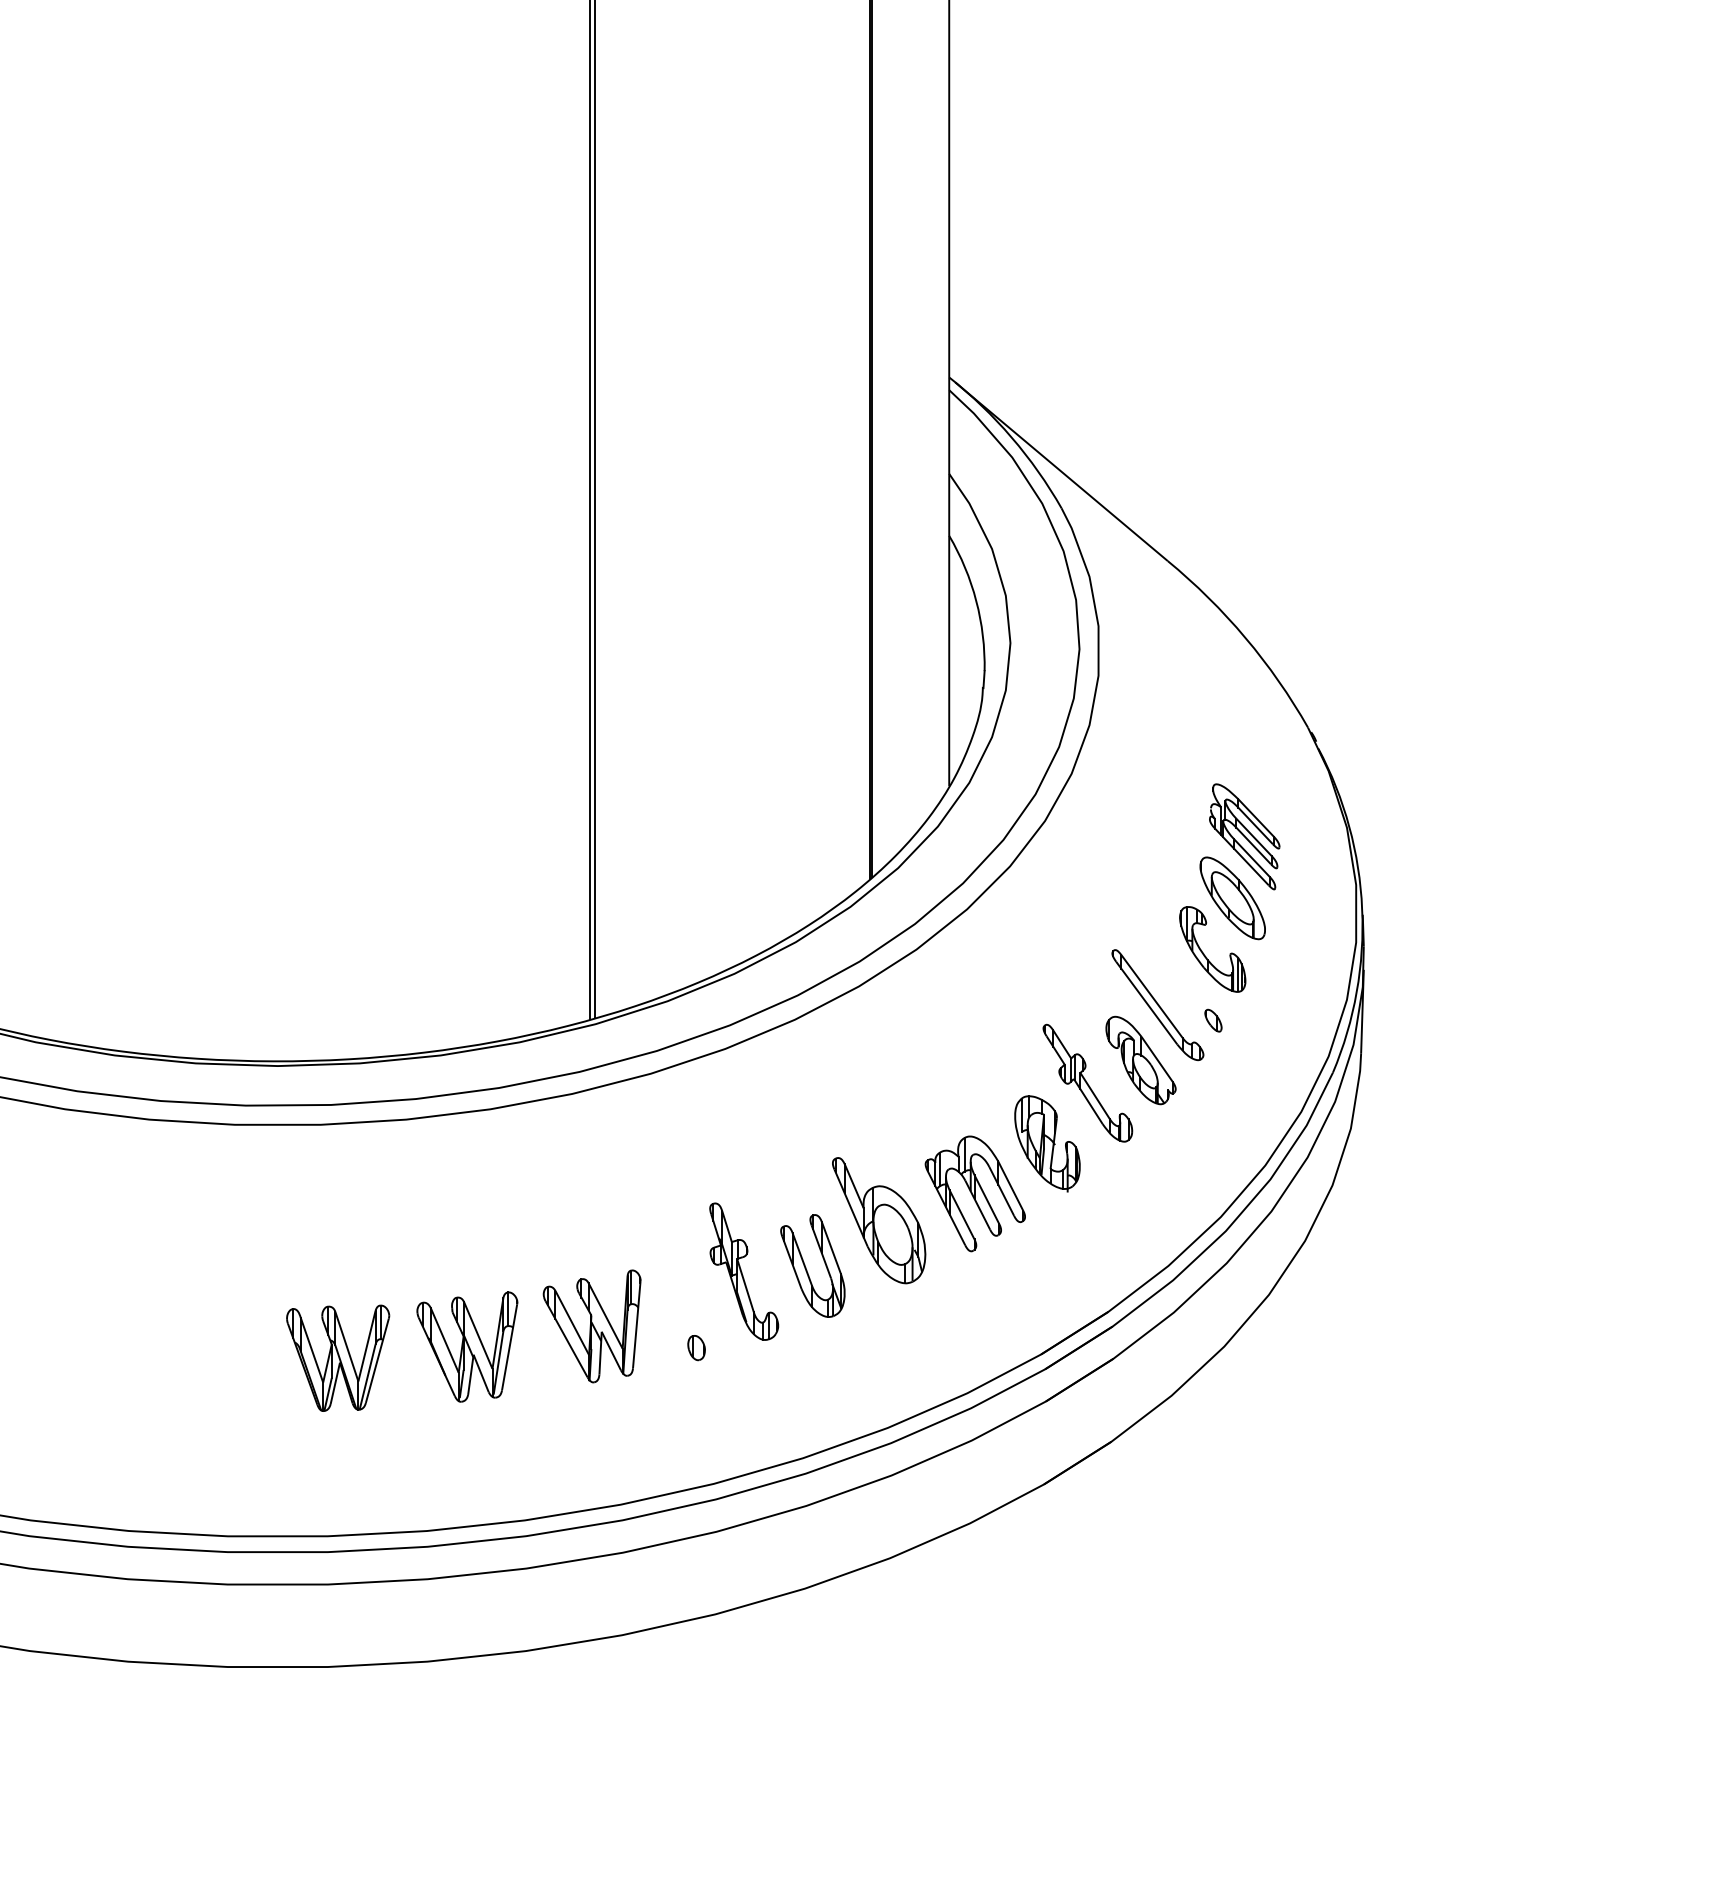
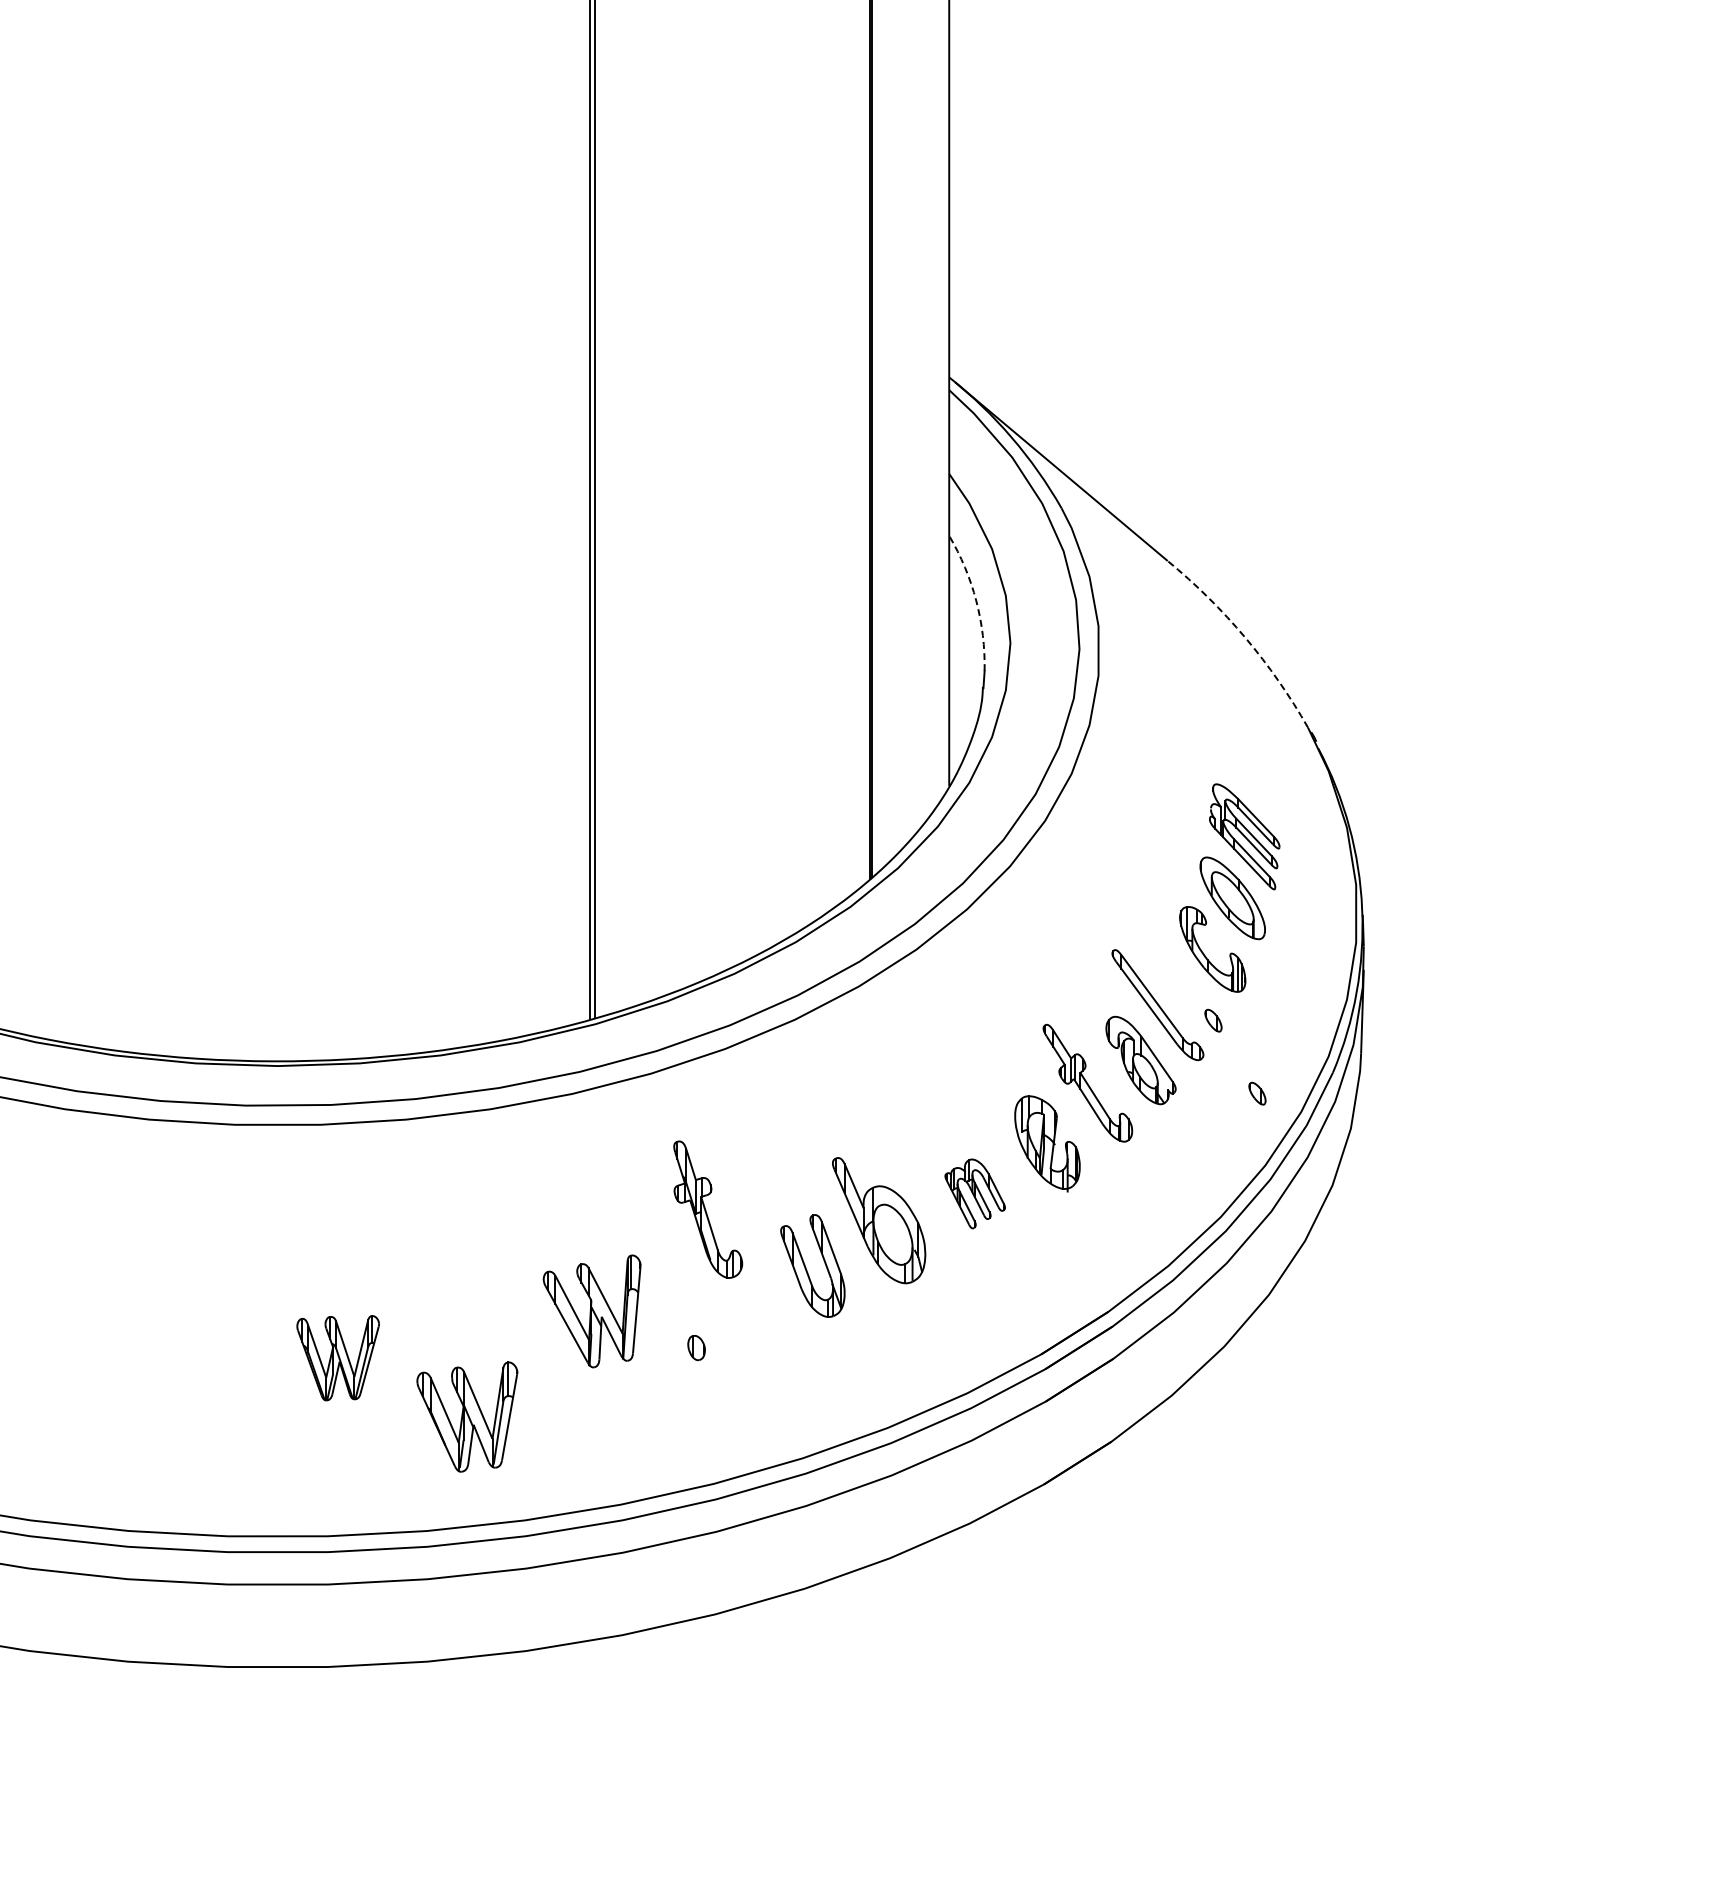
arc at (976, 601): solid -> dashed
arc at (1245, 637): solid -> dashed
part at (1257, 1093): none -> present
part at (974, 1193) size: 102x118 px -> 62x72 px
part at (744, 1271) position: (744, 1271) -> (708, 1209)
part at (591, 1326) position: (591, 1326) -> (591, 1311)
part at (467, 1346) position: (467, 1346) -> (467, 1416)
part at (338, 1357) size: 105x108 px -> 84x87 px
